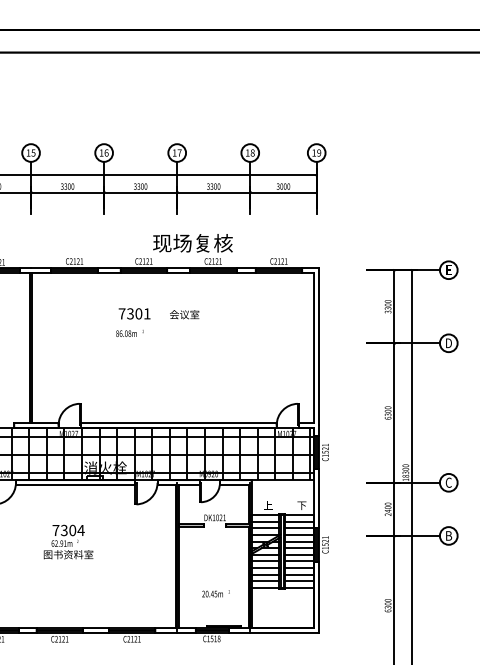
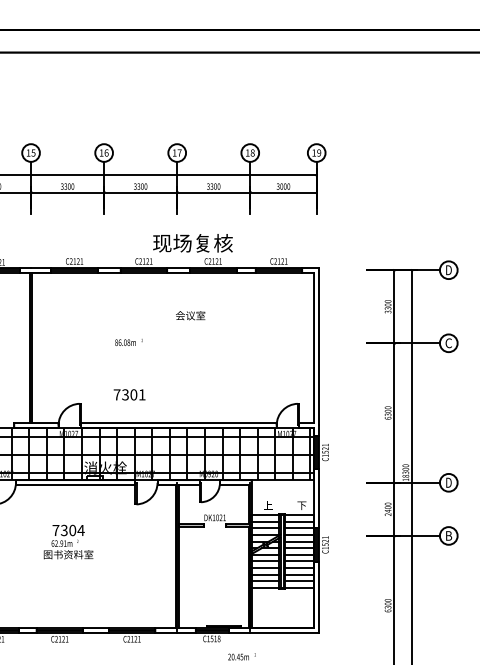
text at (448, 270): E -> D
text at (134, 313) position: (134, 313) -> (129, 394)
text at (184, 314) position: (184, 314) -> (190, 315)
text at (129, 333) position: (129, 333) -> (128, 342)
text at (448, 343): D -> C
text at (448, 482): C -> D
text at (215, 593) position: (215, 593) -> (241, 656)
